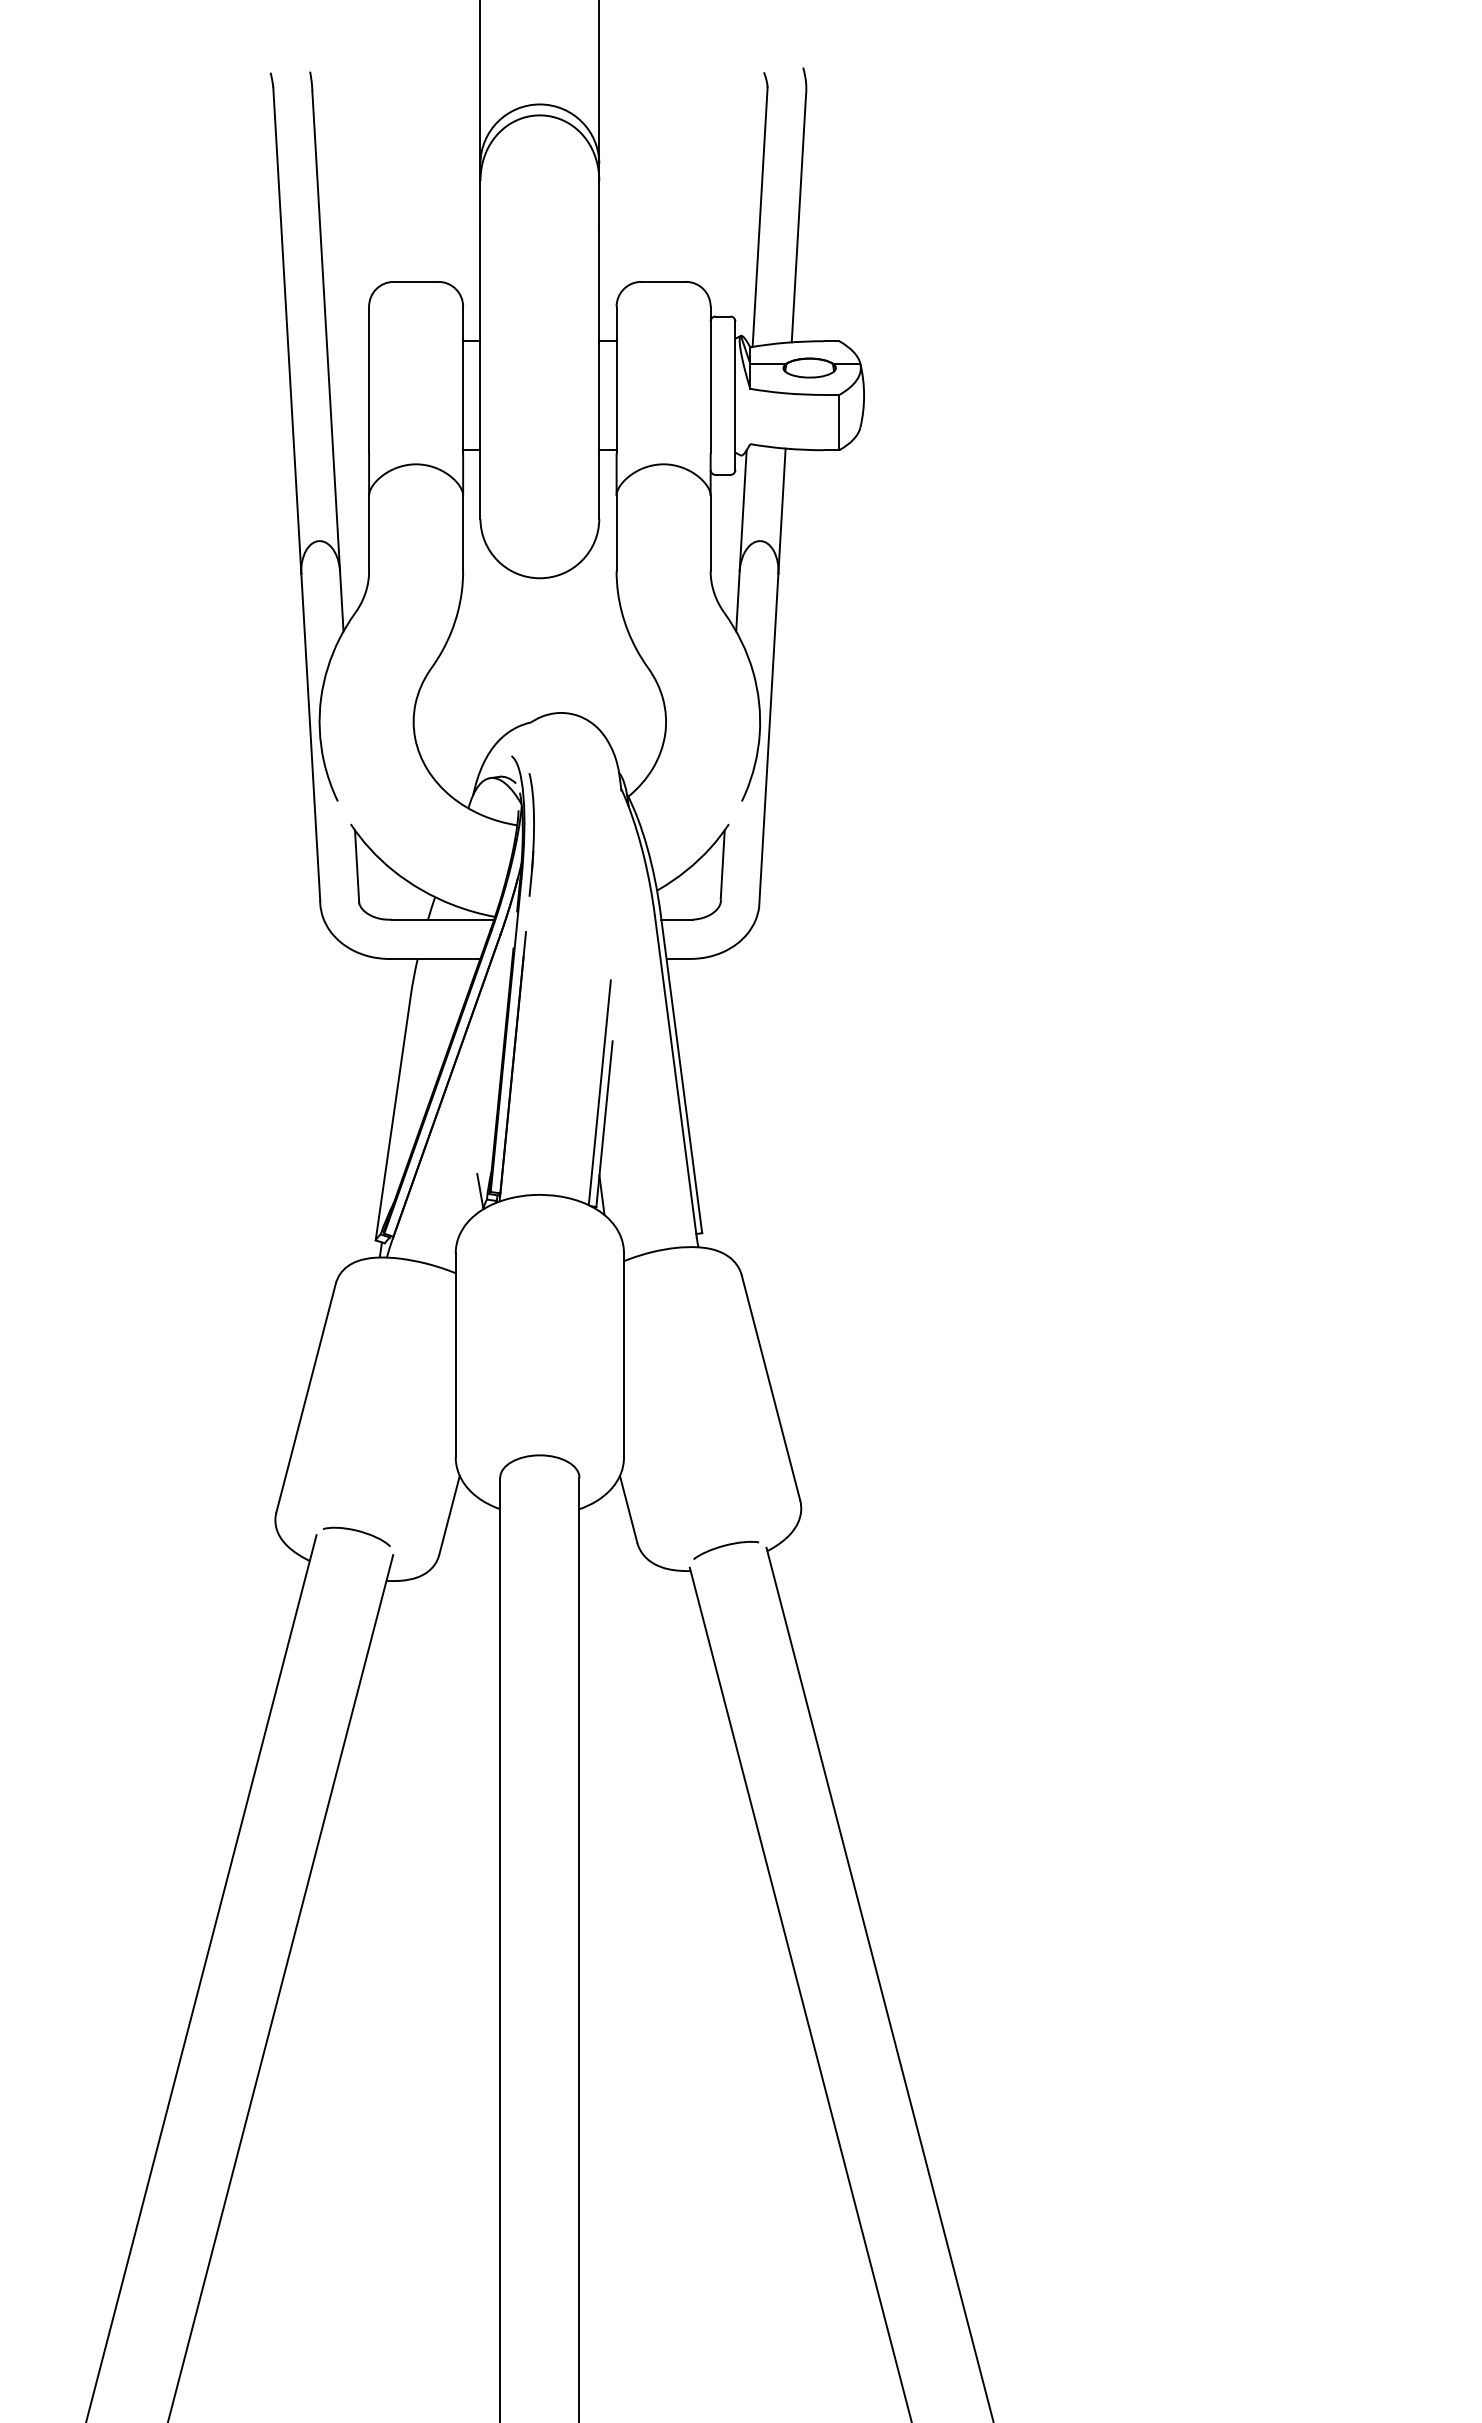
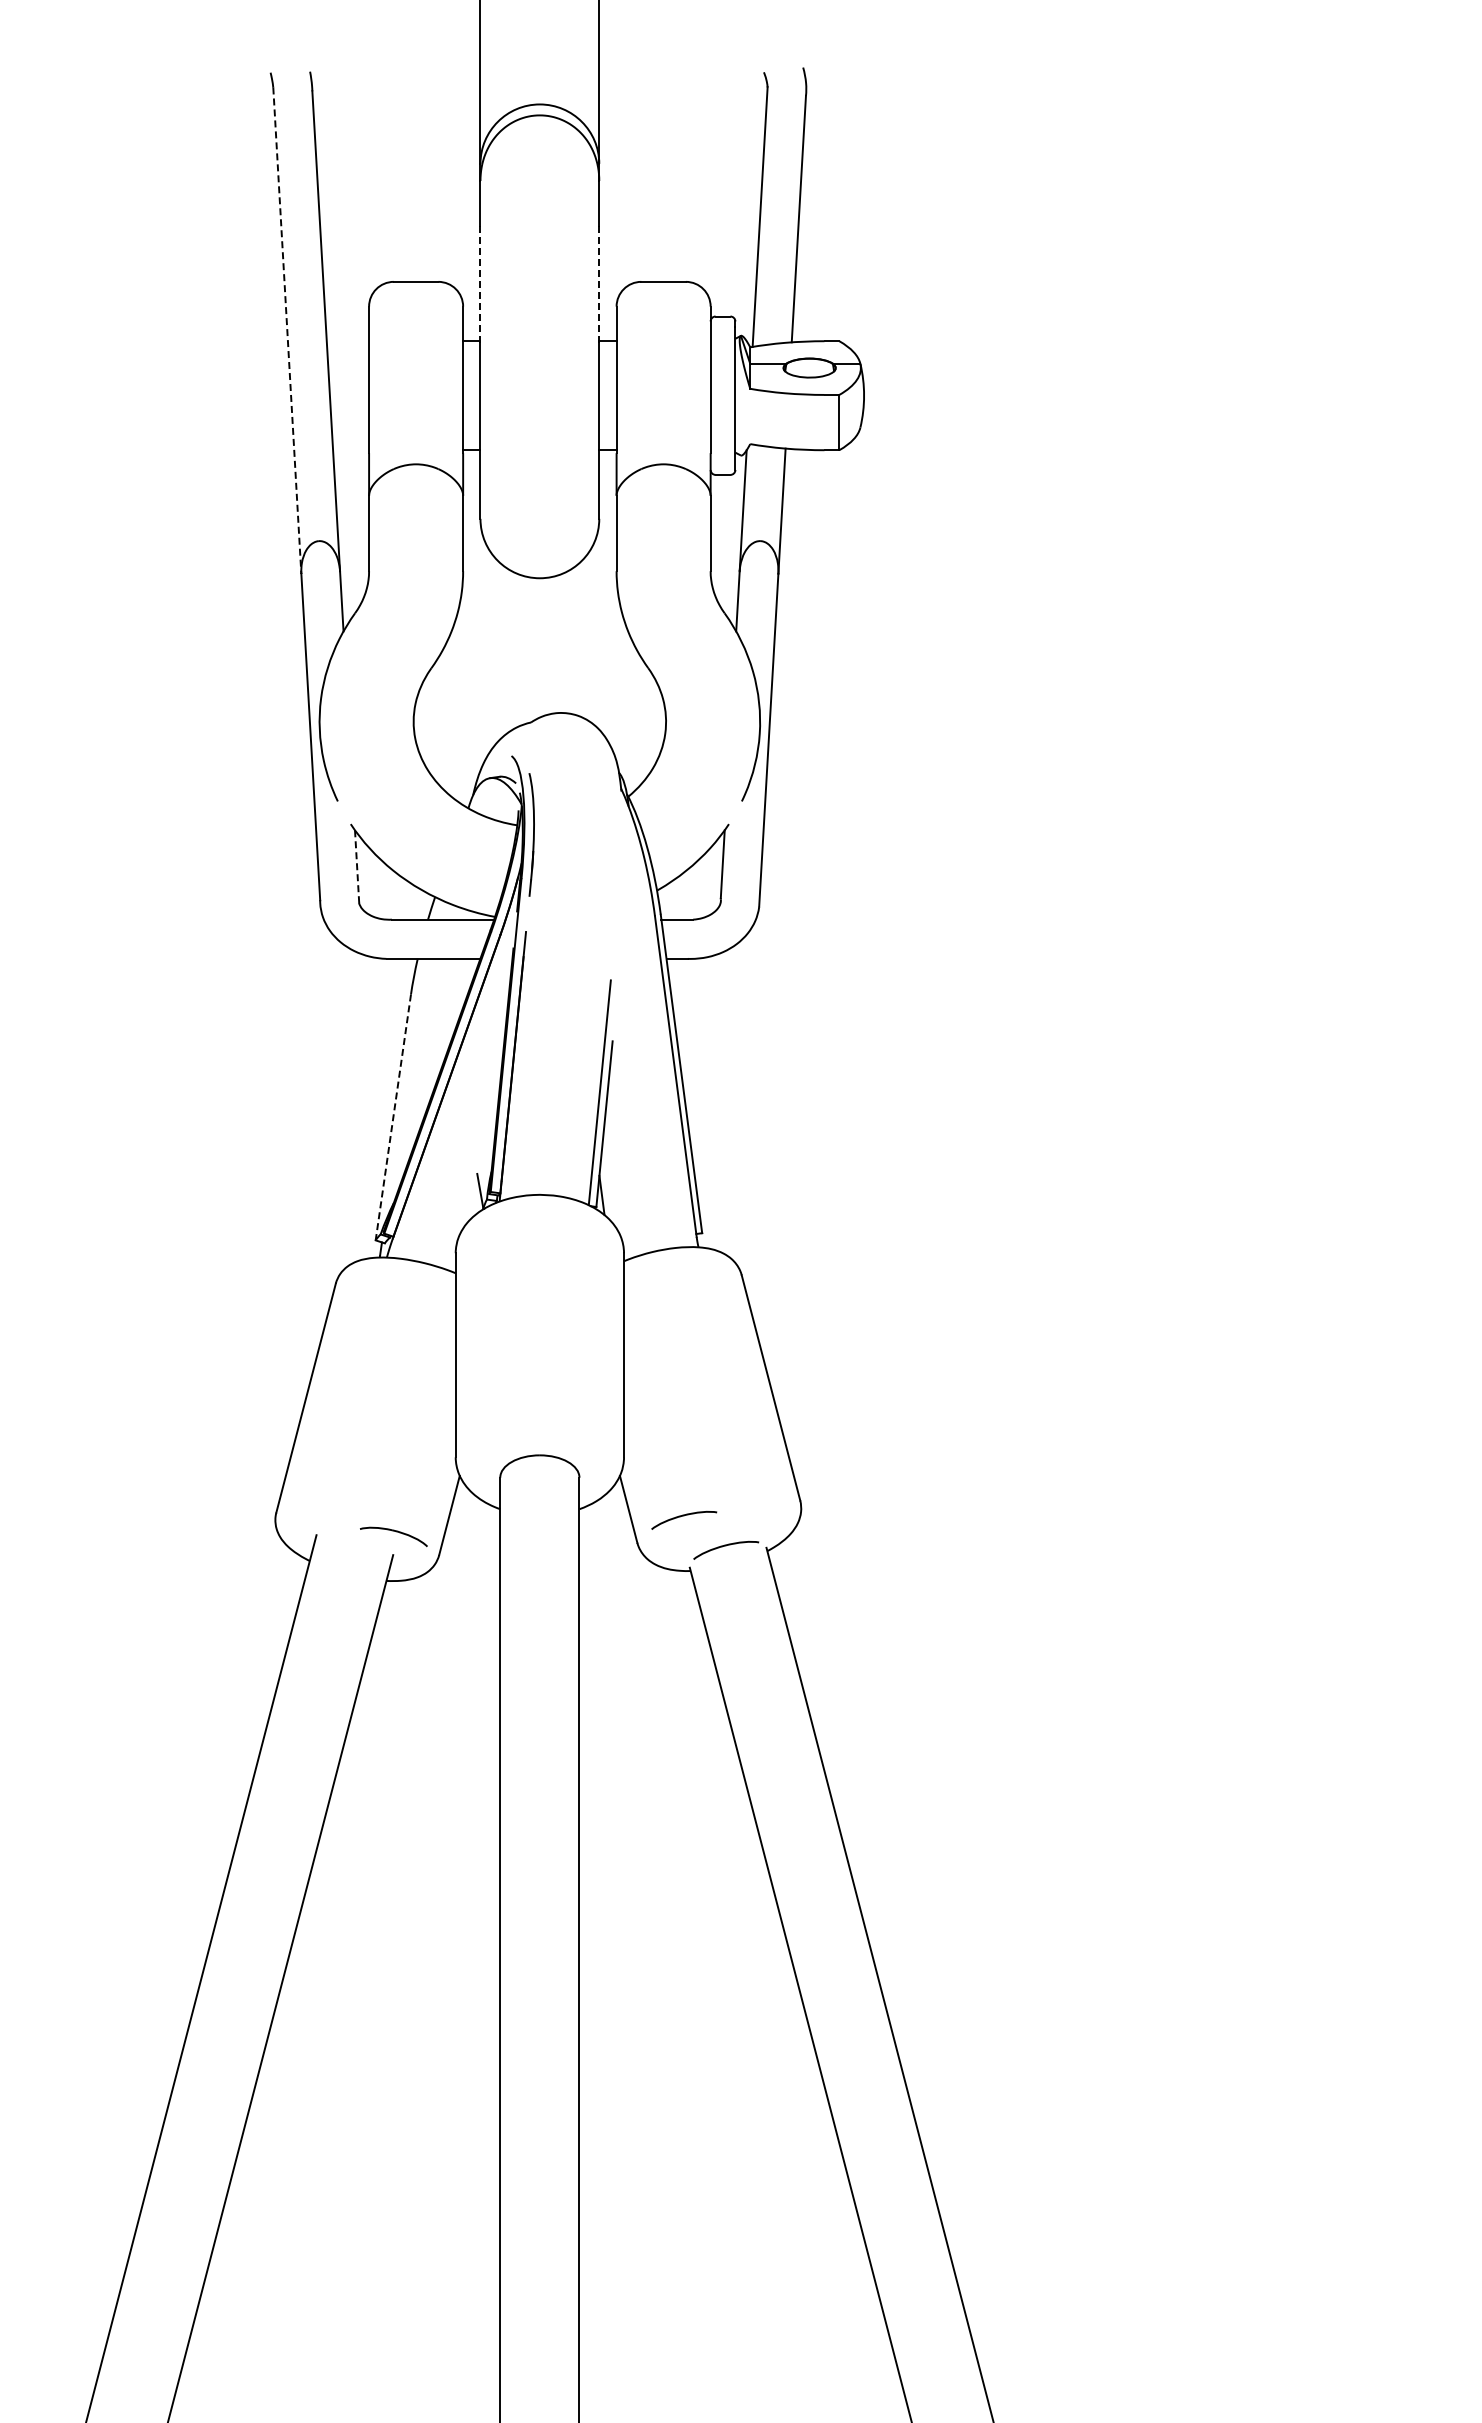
line at (480, 284): solid -> dashed
line at (599, 284): solid -> dashed
line at (287, 330): solid -> dashed
line at (357, 866): solid -> dashed
line at (393, 1117): solid -> dashed
curve at (684, 1516): none -> present
part at (356, 1536) position: (356, 1536) -> (393, 1536)
